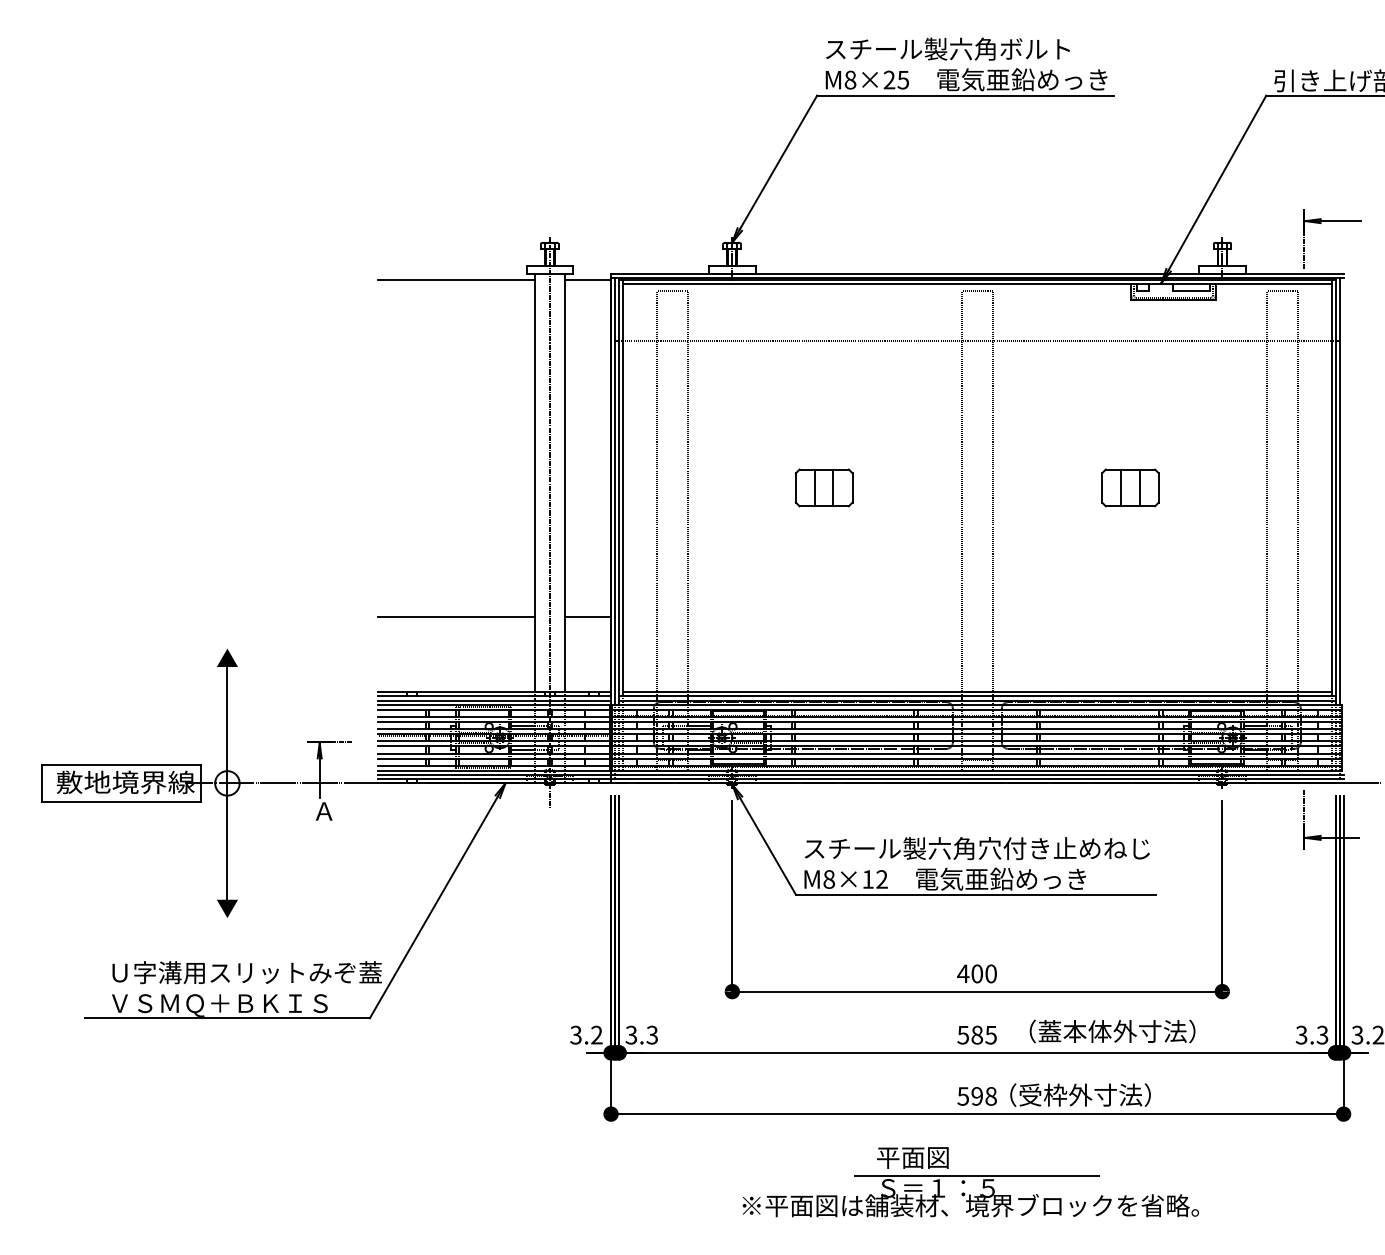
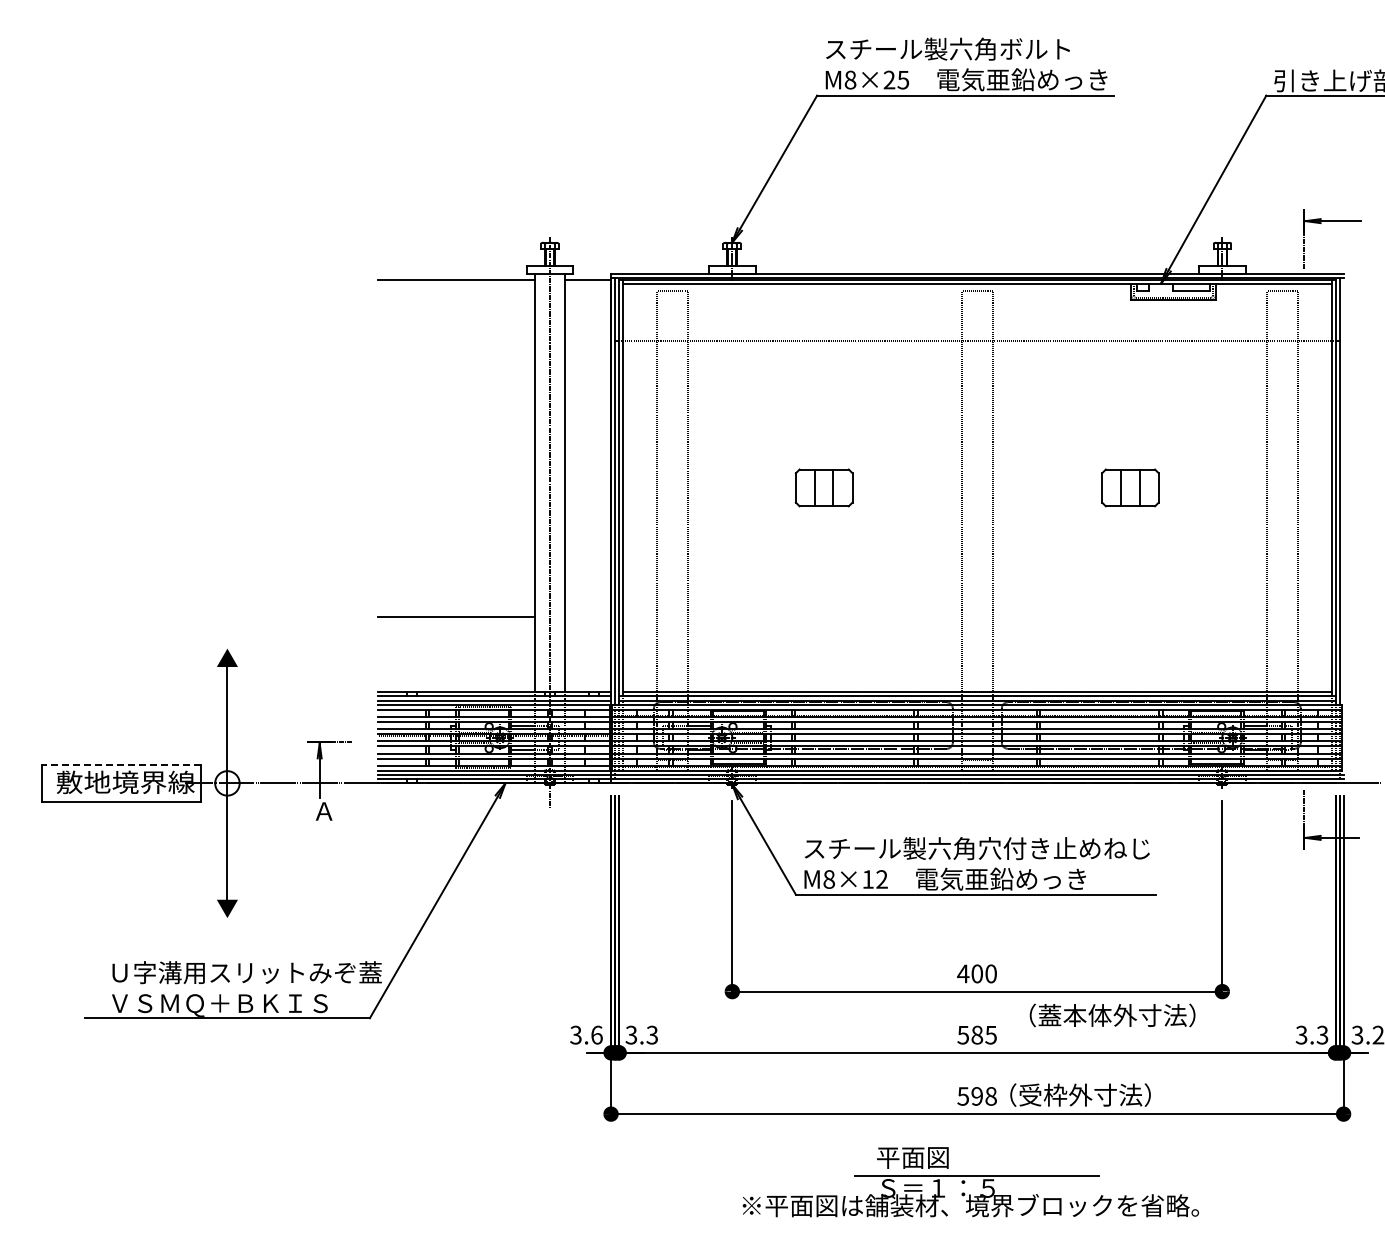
line at (588, 616): present -> none
line at (121, 765): solid -> dashed
text at (1112, 1031) position: (1112, 1031) -> (1112, 1015)
text at (596, 1034): 3.2 -> 3.6
